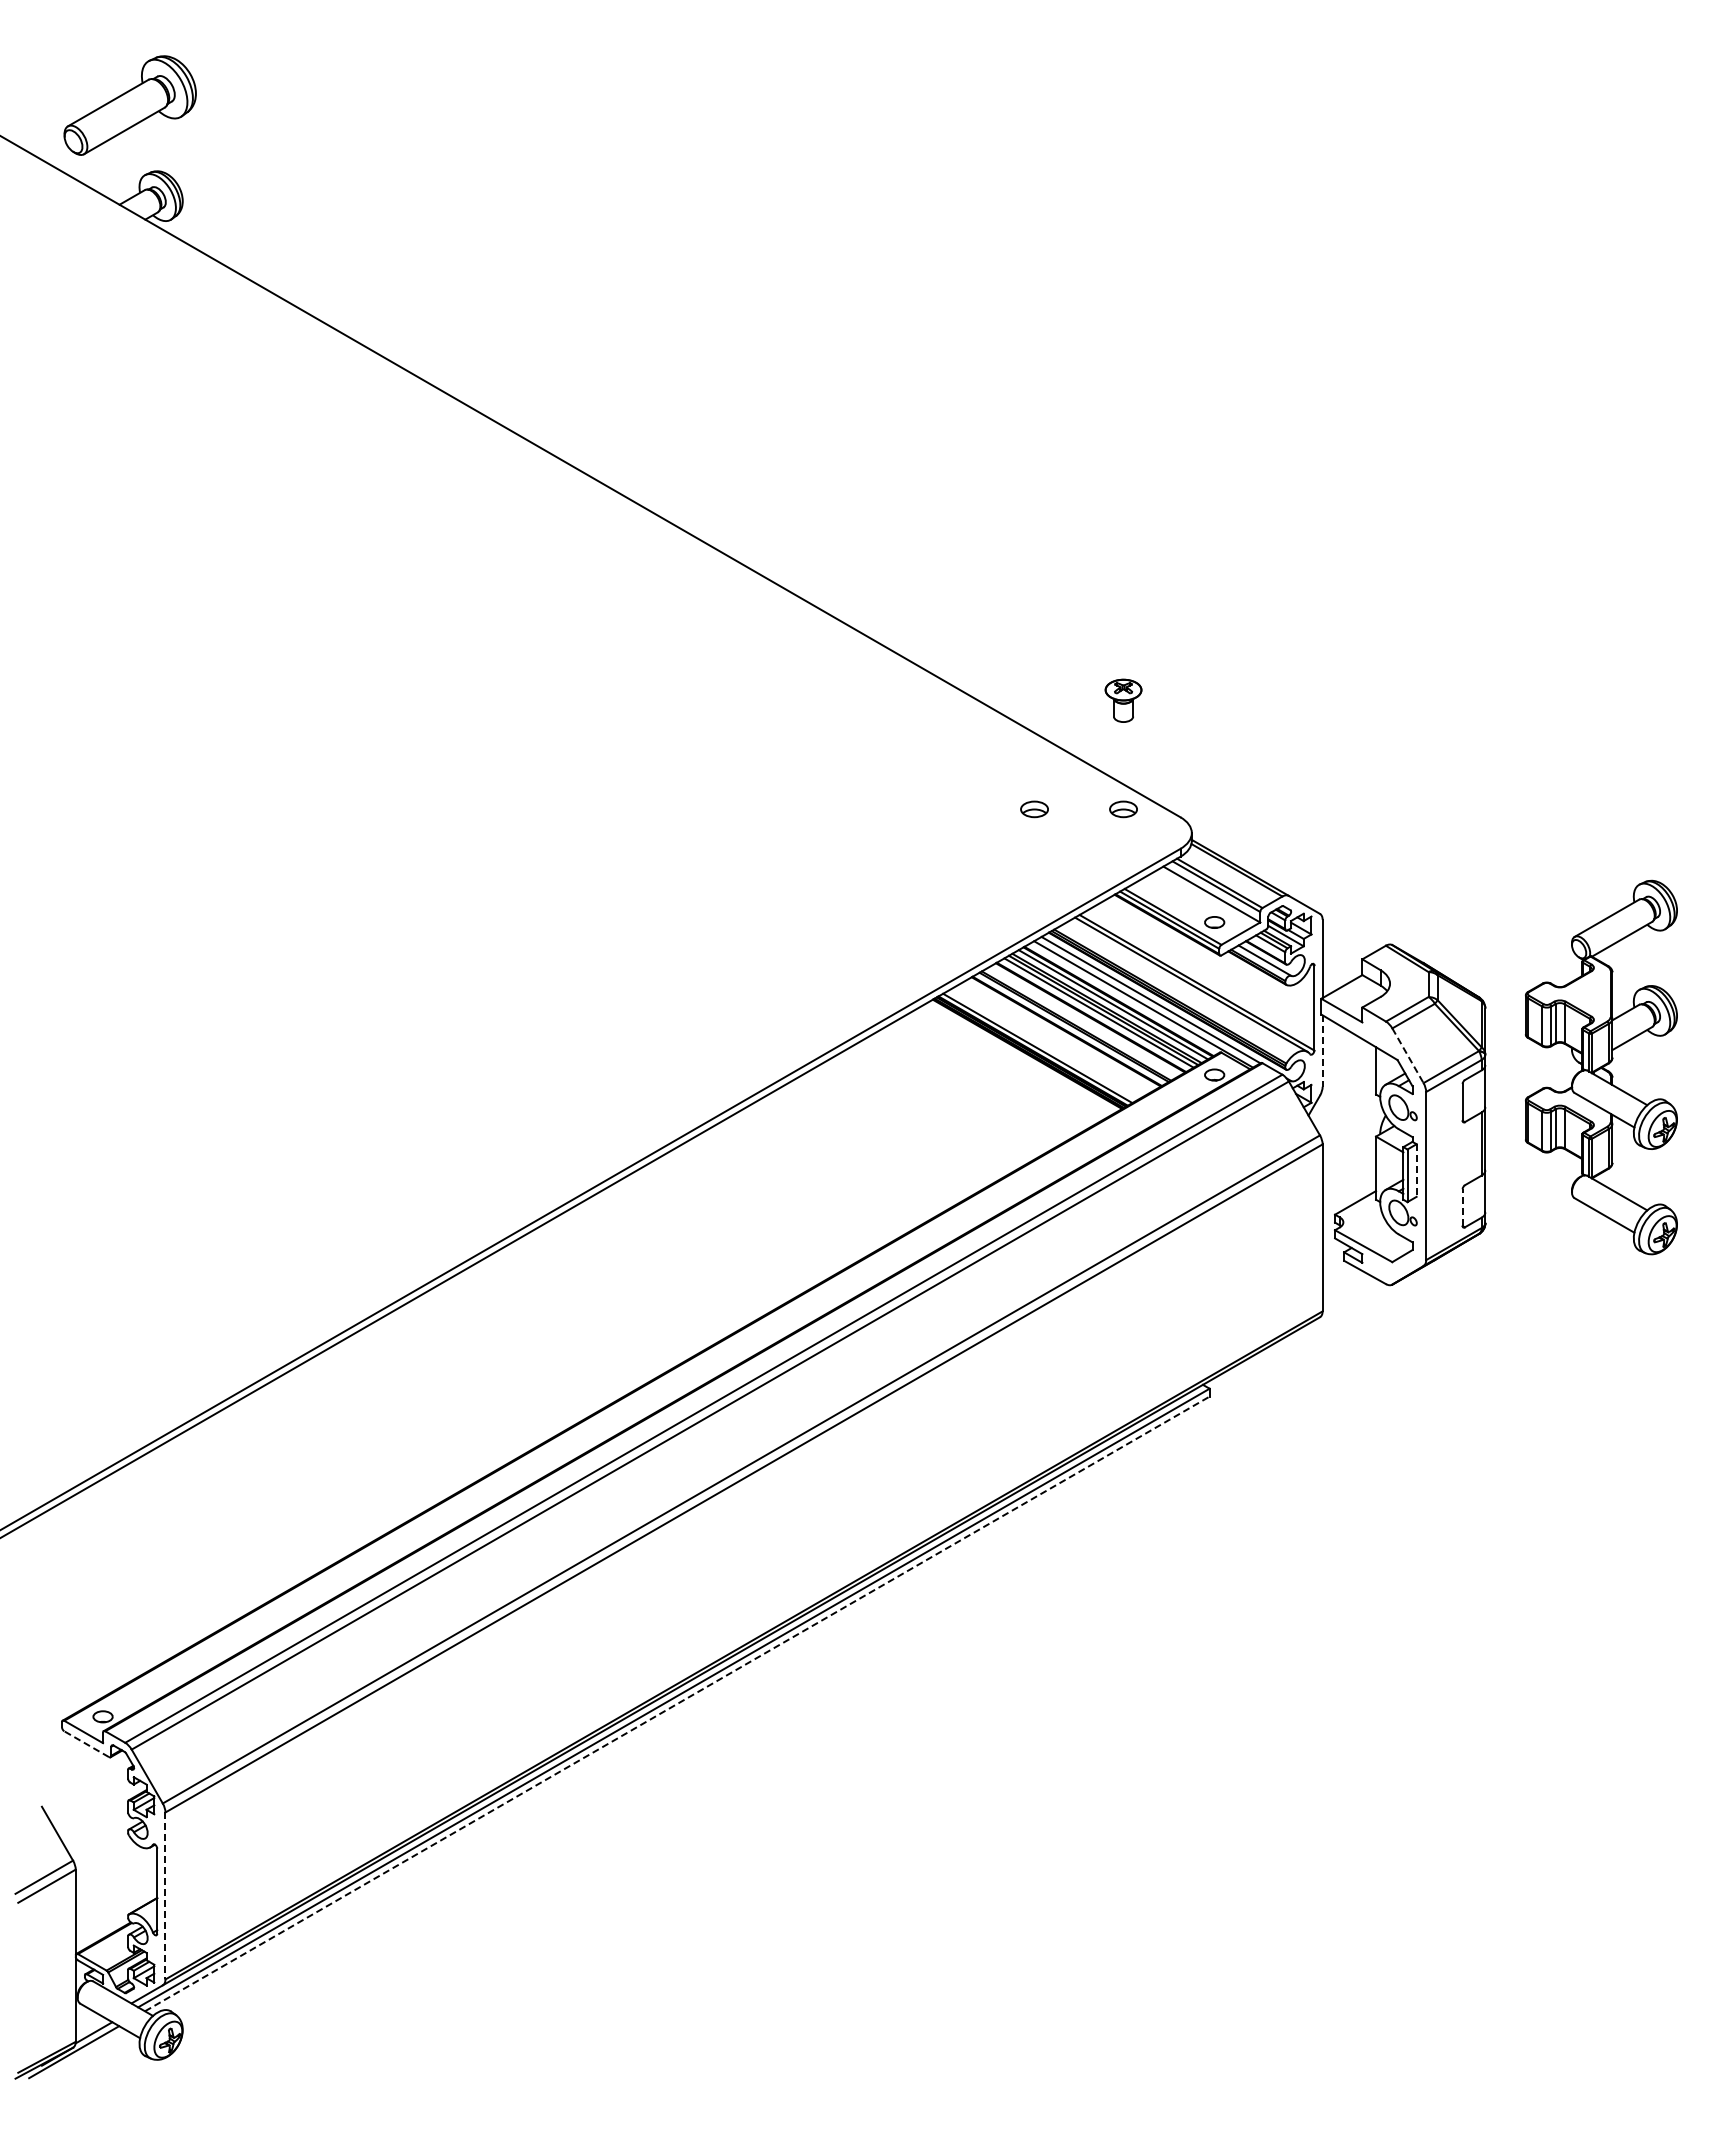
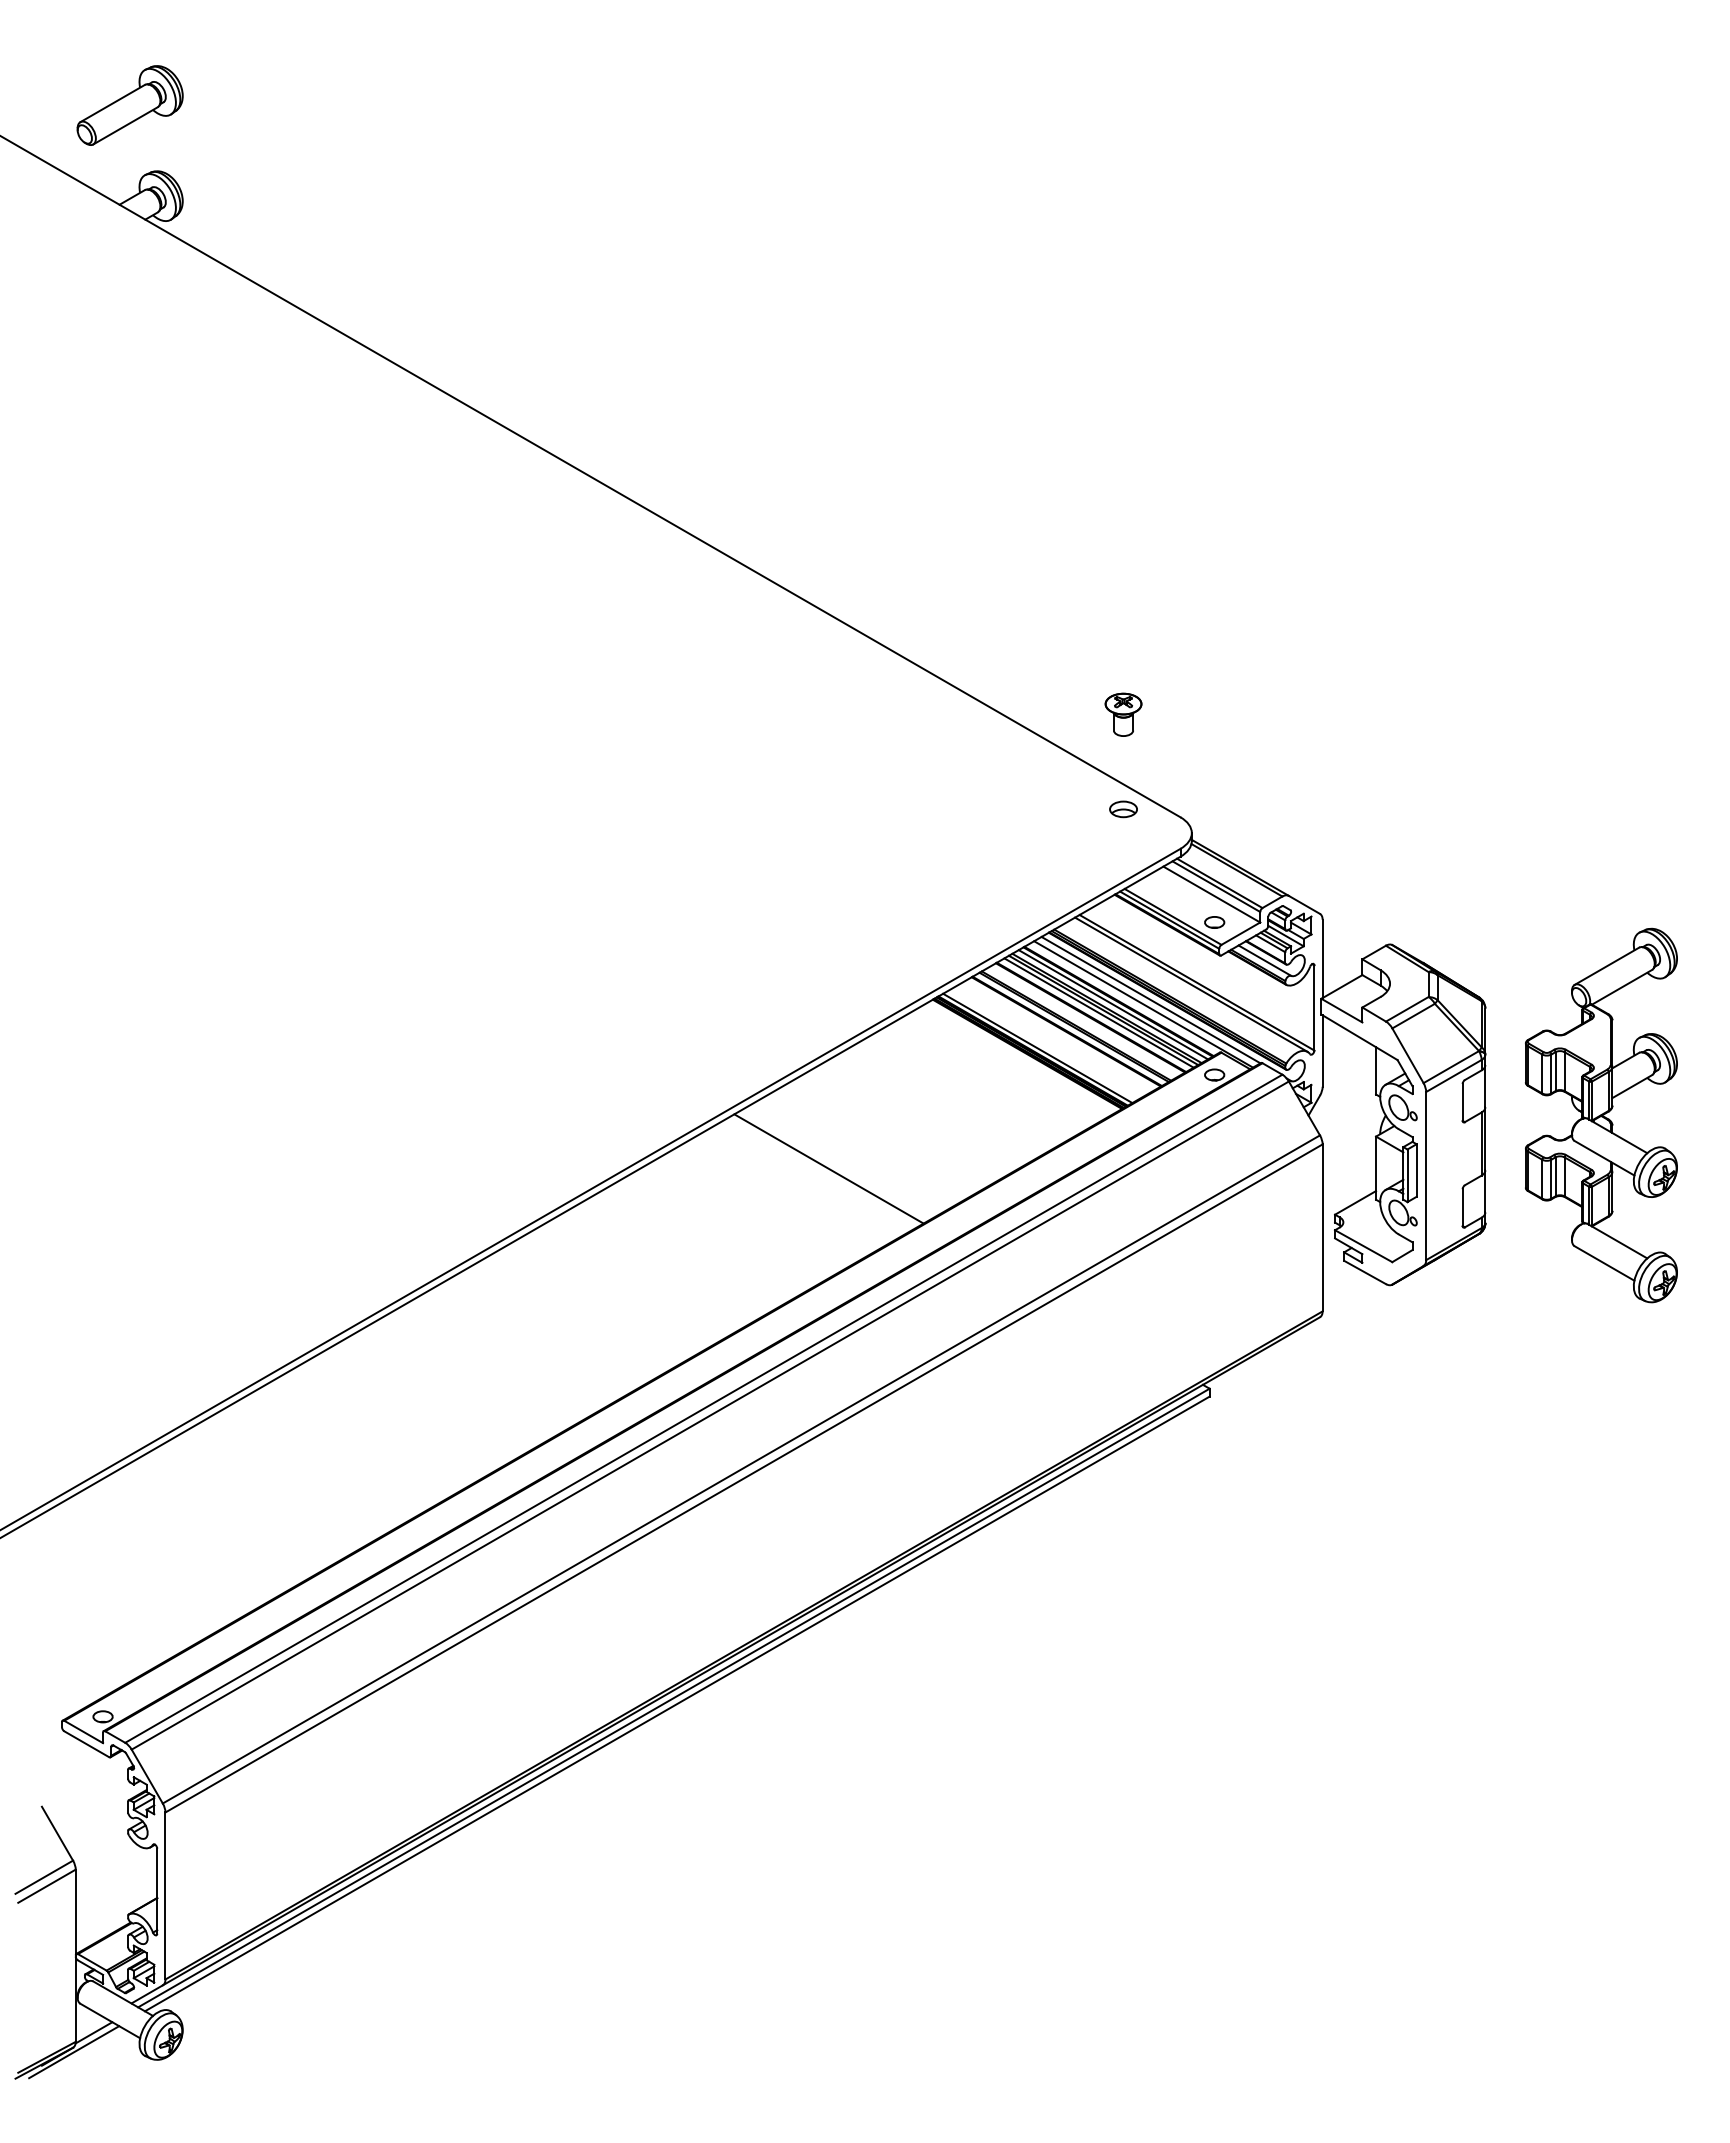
part at (129, 105) size: 134x101 px -> 108x81 px
part at (1123, 700) position: (1123, 700) -> (1123, 714)
part at (1034, 809): present -> none
line at (1322, 1051): dashed -> solid
line at (1408, 1056): dashed -> solid
part at (1601, 1067) position: (1601, 1067) -> (1601, 1115)
line at (828, 1168): none -> present
line at (1416, 1171): dashed -> solid
line at (1462, 1207): dashed -> solid
line at (677, 1703): dashed -> solid
line at (86, 1744): dashed -> solid
line at (165, 1896): dashed -> solid
